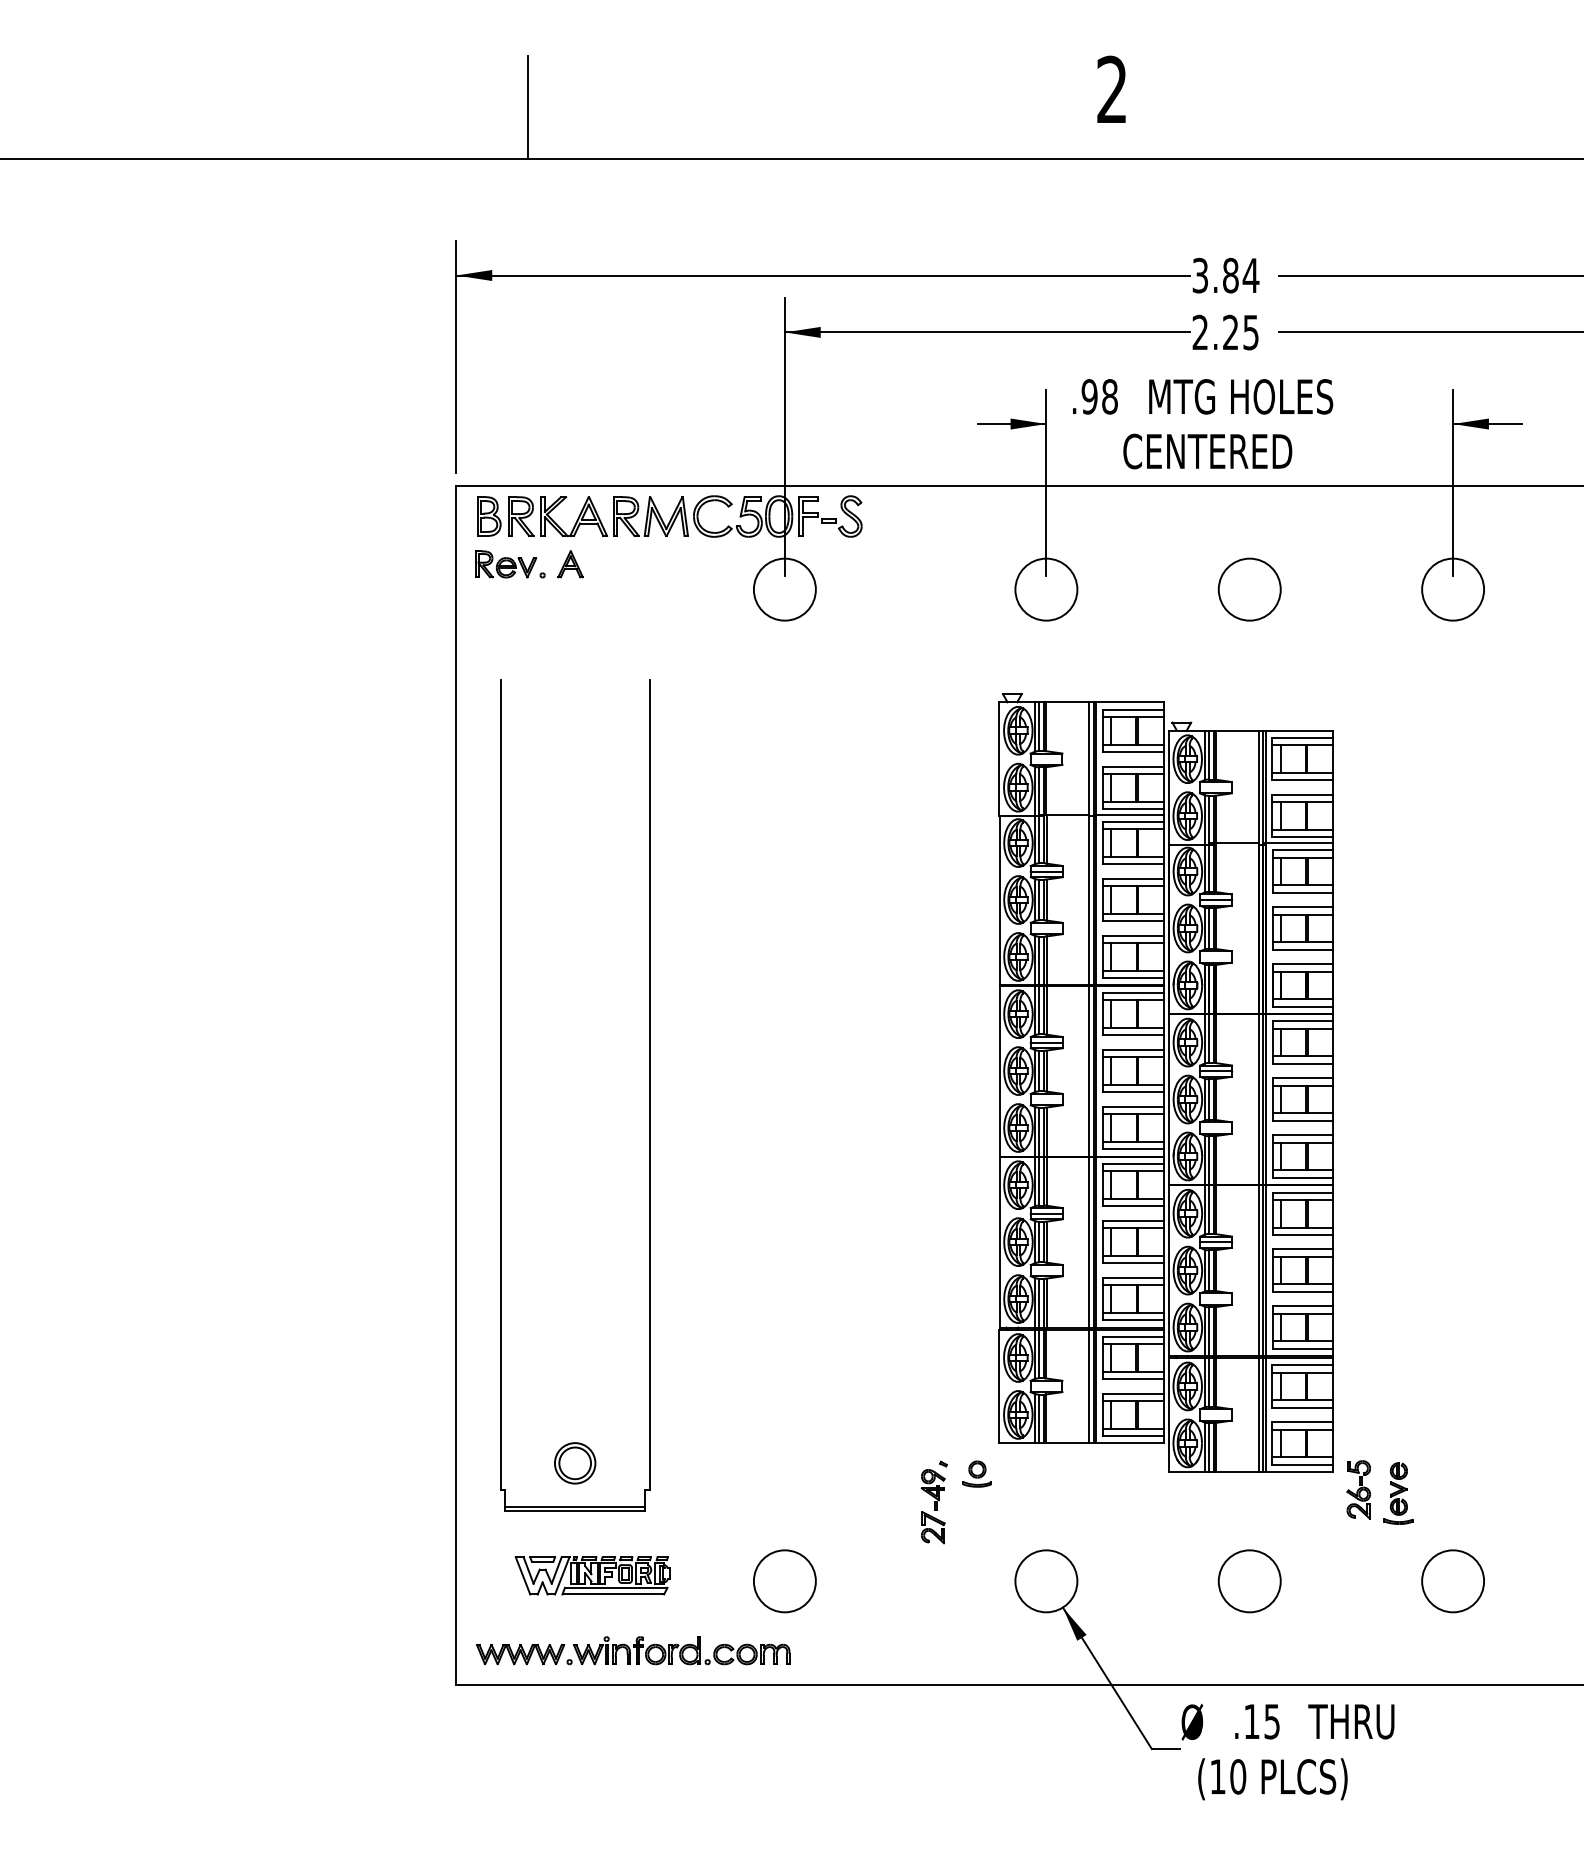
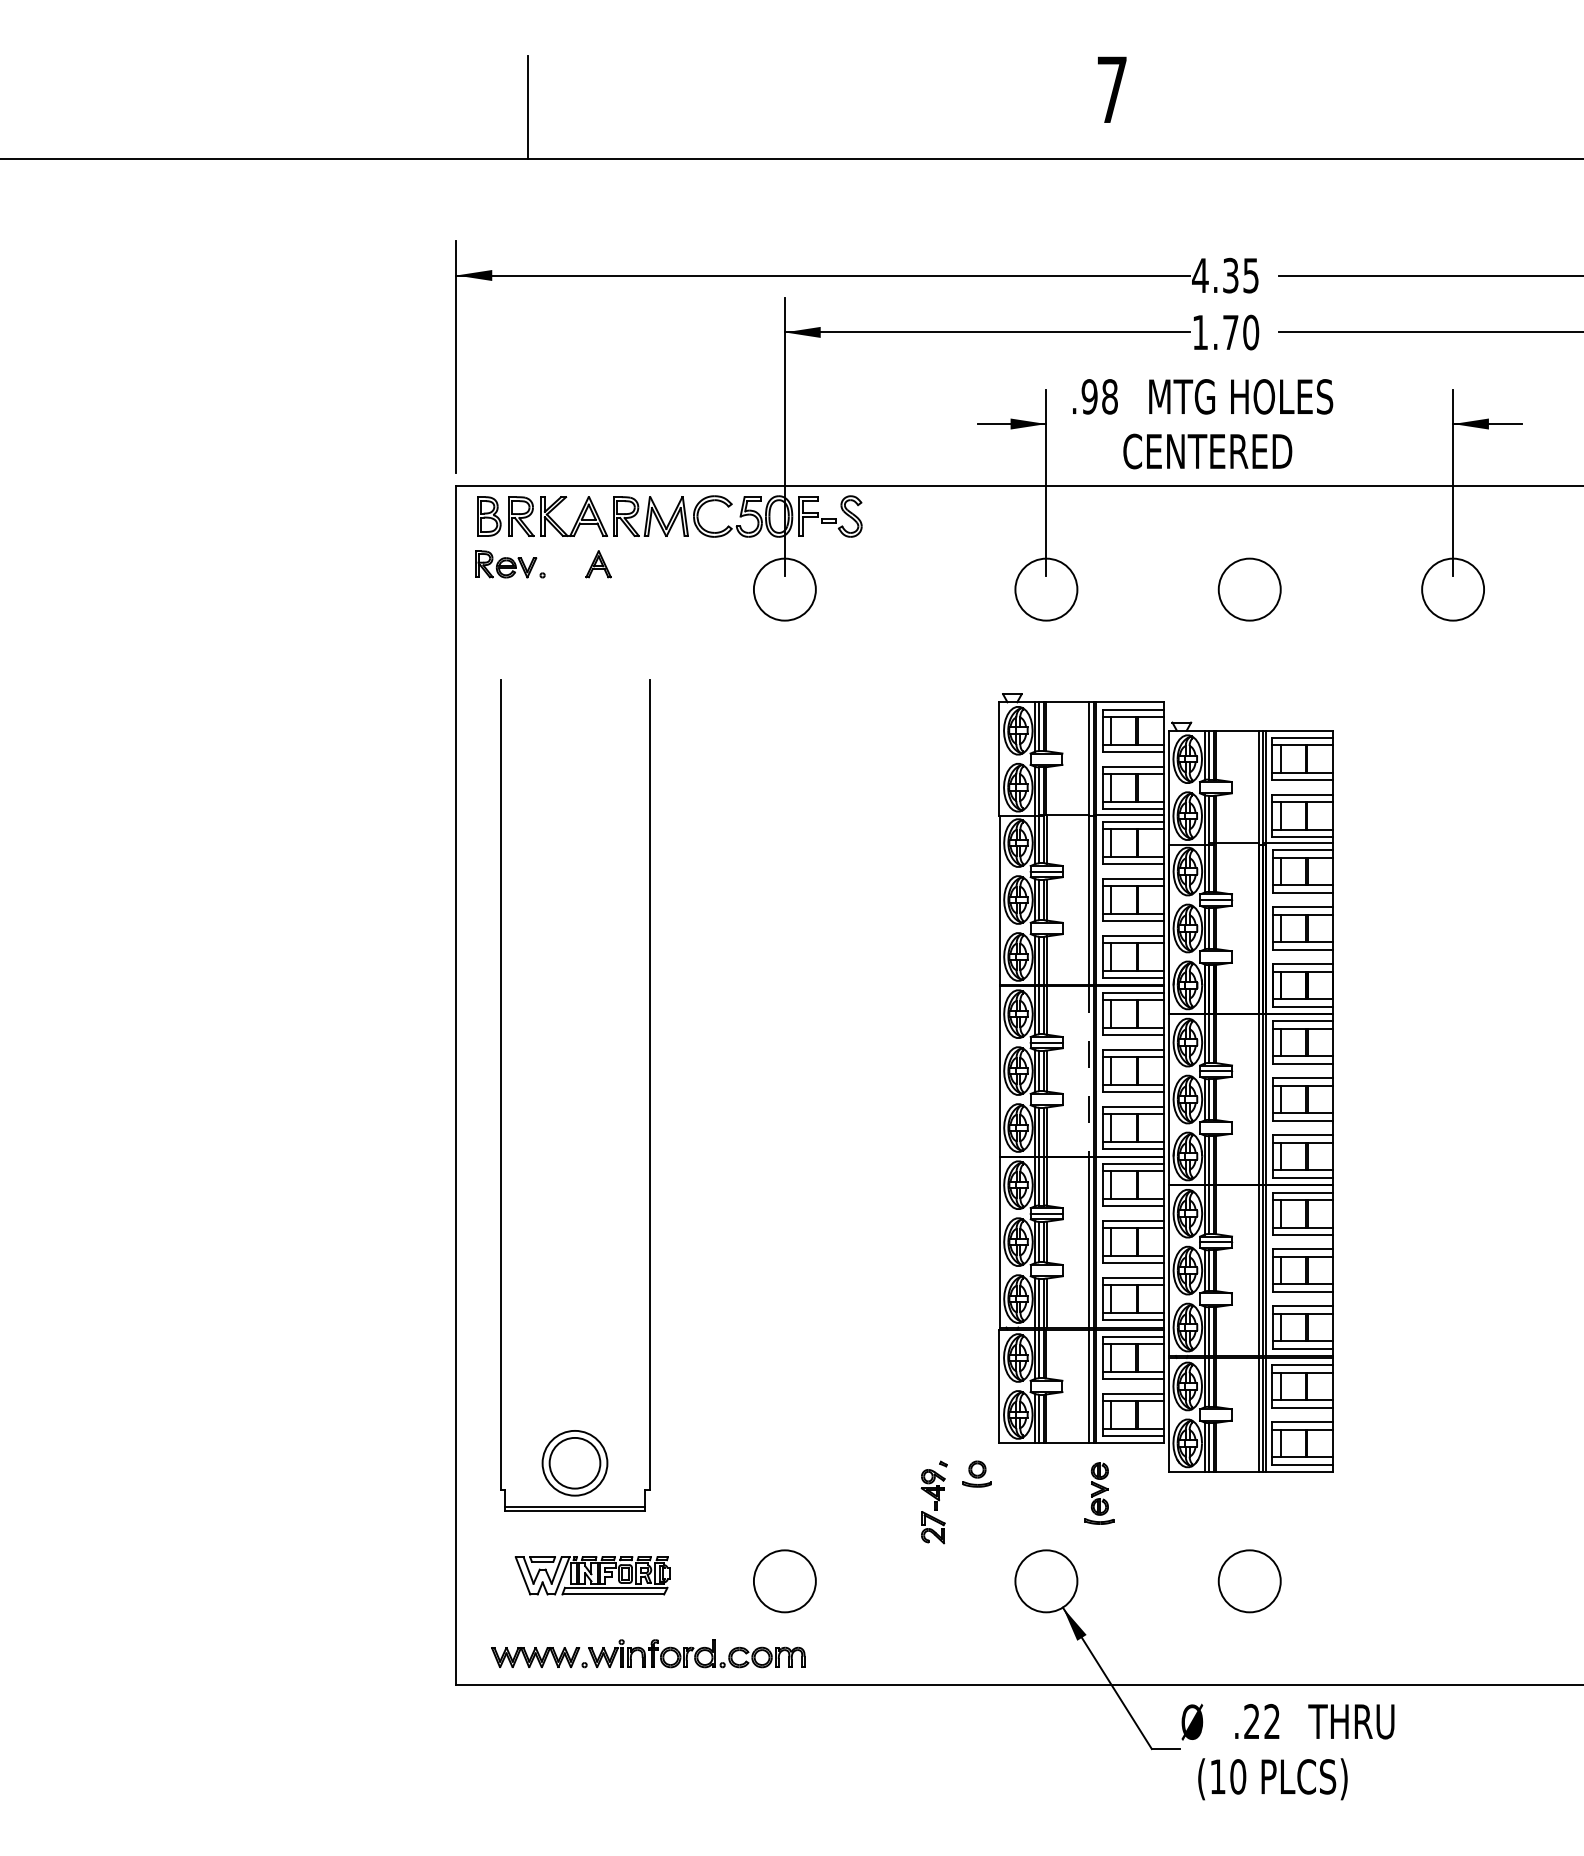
text at (1111, 88): 2 -> 7
text at (1225, 275): 3.84 -> 4.35
text at (1225, 332): 2.25 -> 1.70
part at (570, 564) position: (570, 564) -> (598, 564)
line at (1089, 1071): solid -> dashed
part at (575, 1463) size: 43x43 px -> 68x67 px
part at (1358, 1489): present -> none
part at (1398, 1493) position: (1398, 1493) -> (1099, 1493)
circle at (1452, 1581): present -> none
part at (633, 1650) position: (633, 1650) -> (648, 1653)
text at (1261, 1721): .15 -> .22
